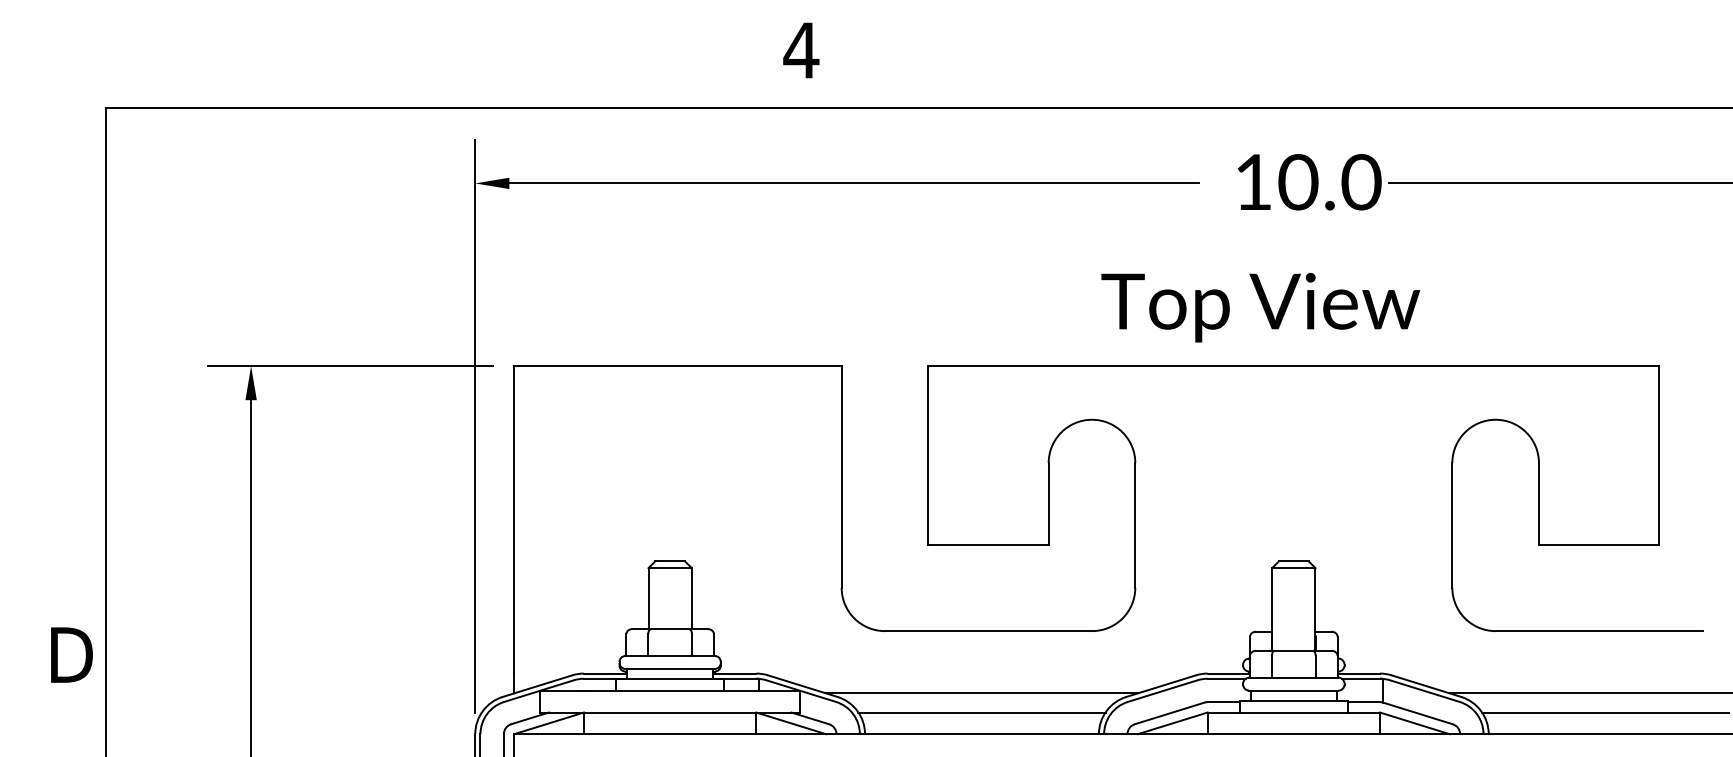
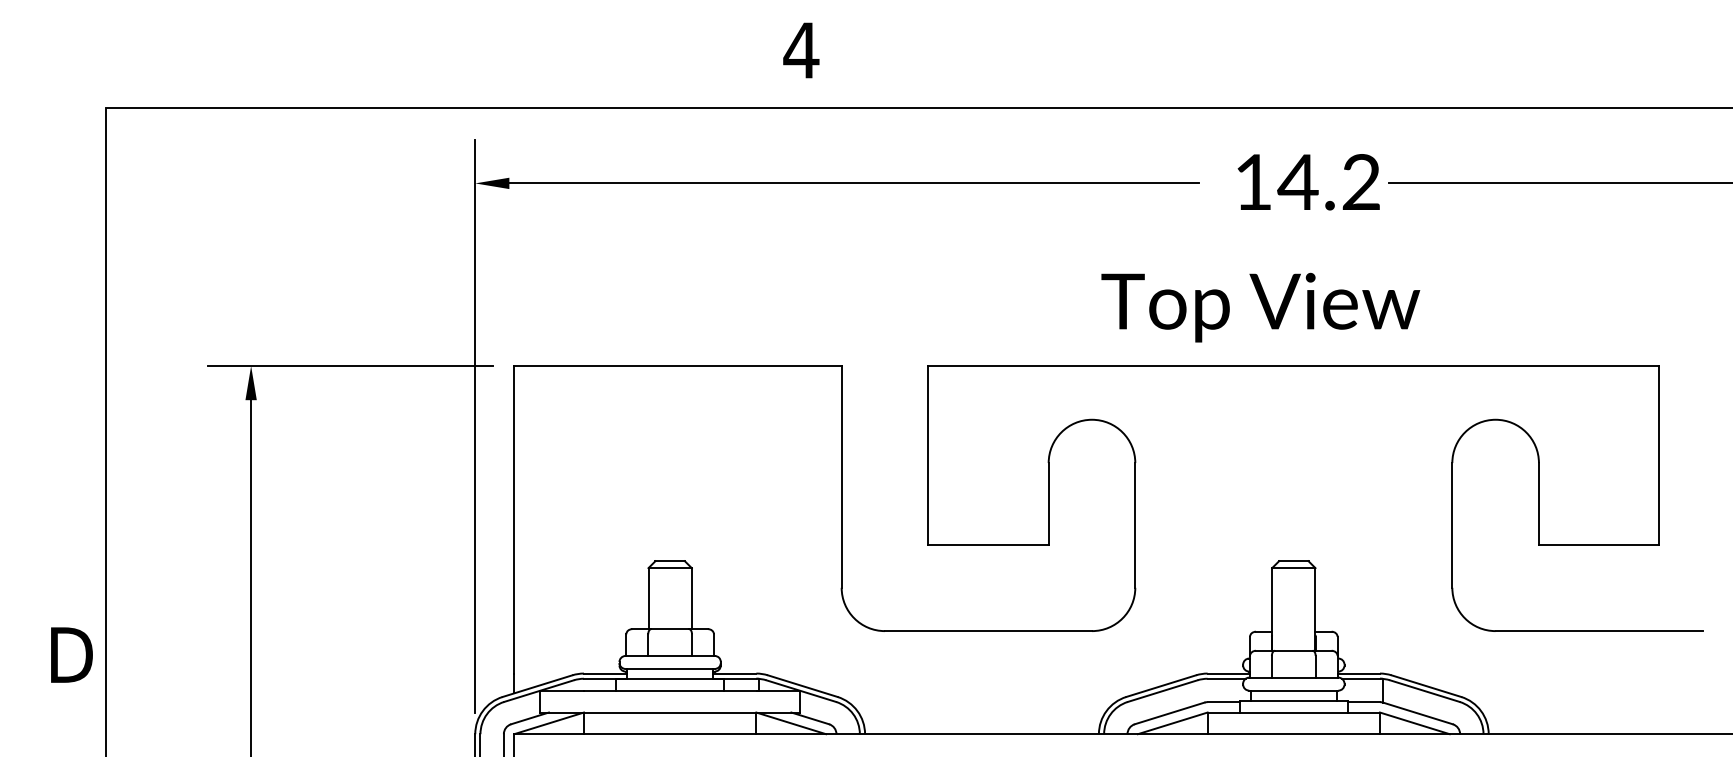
text at (1329, 182): 10.0 -> 14.2
line at (981, 693): present -> none
line at (1589, 693): present -> none
line at (981, 712): present -> none
line at (1605, 712): present -> none
